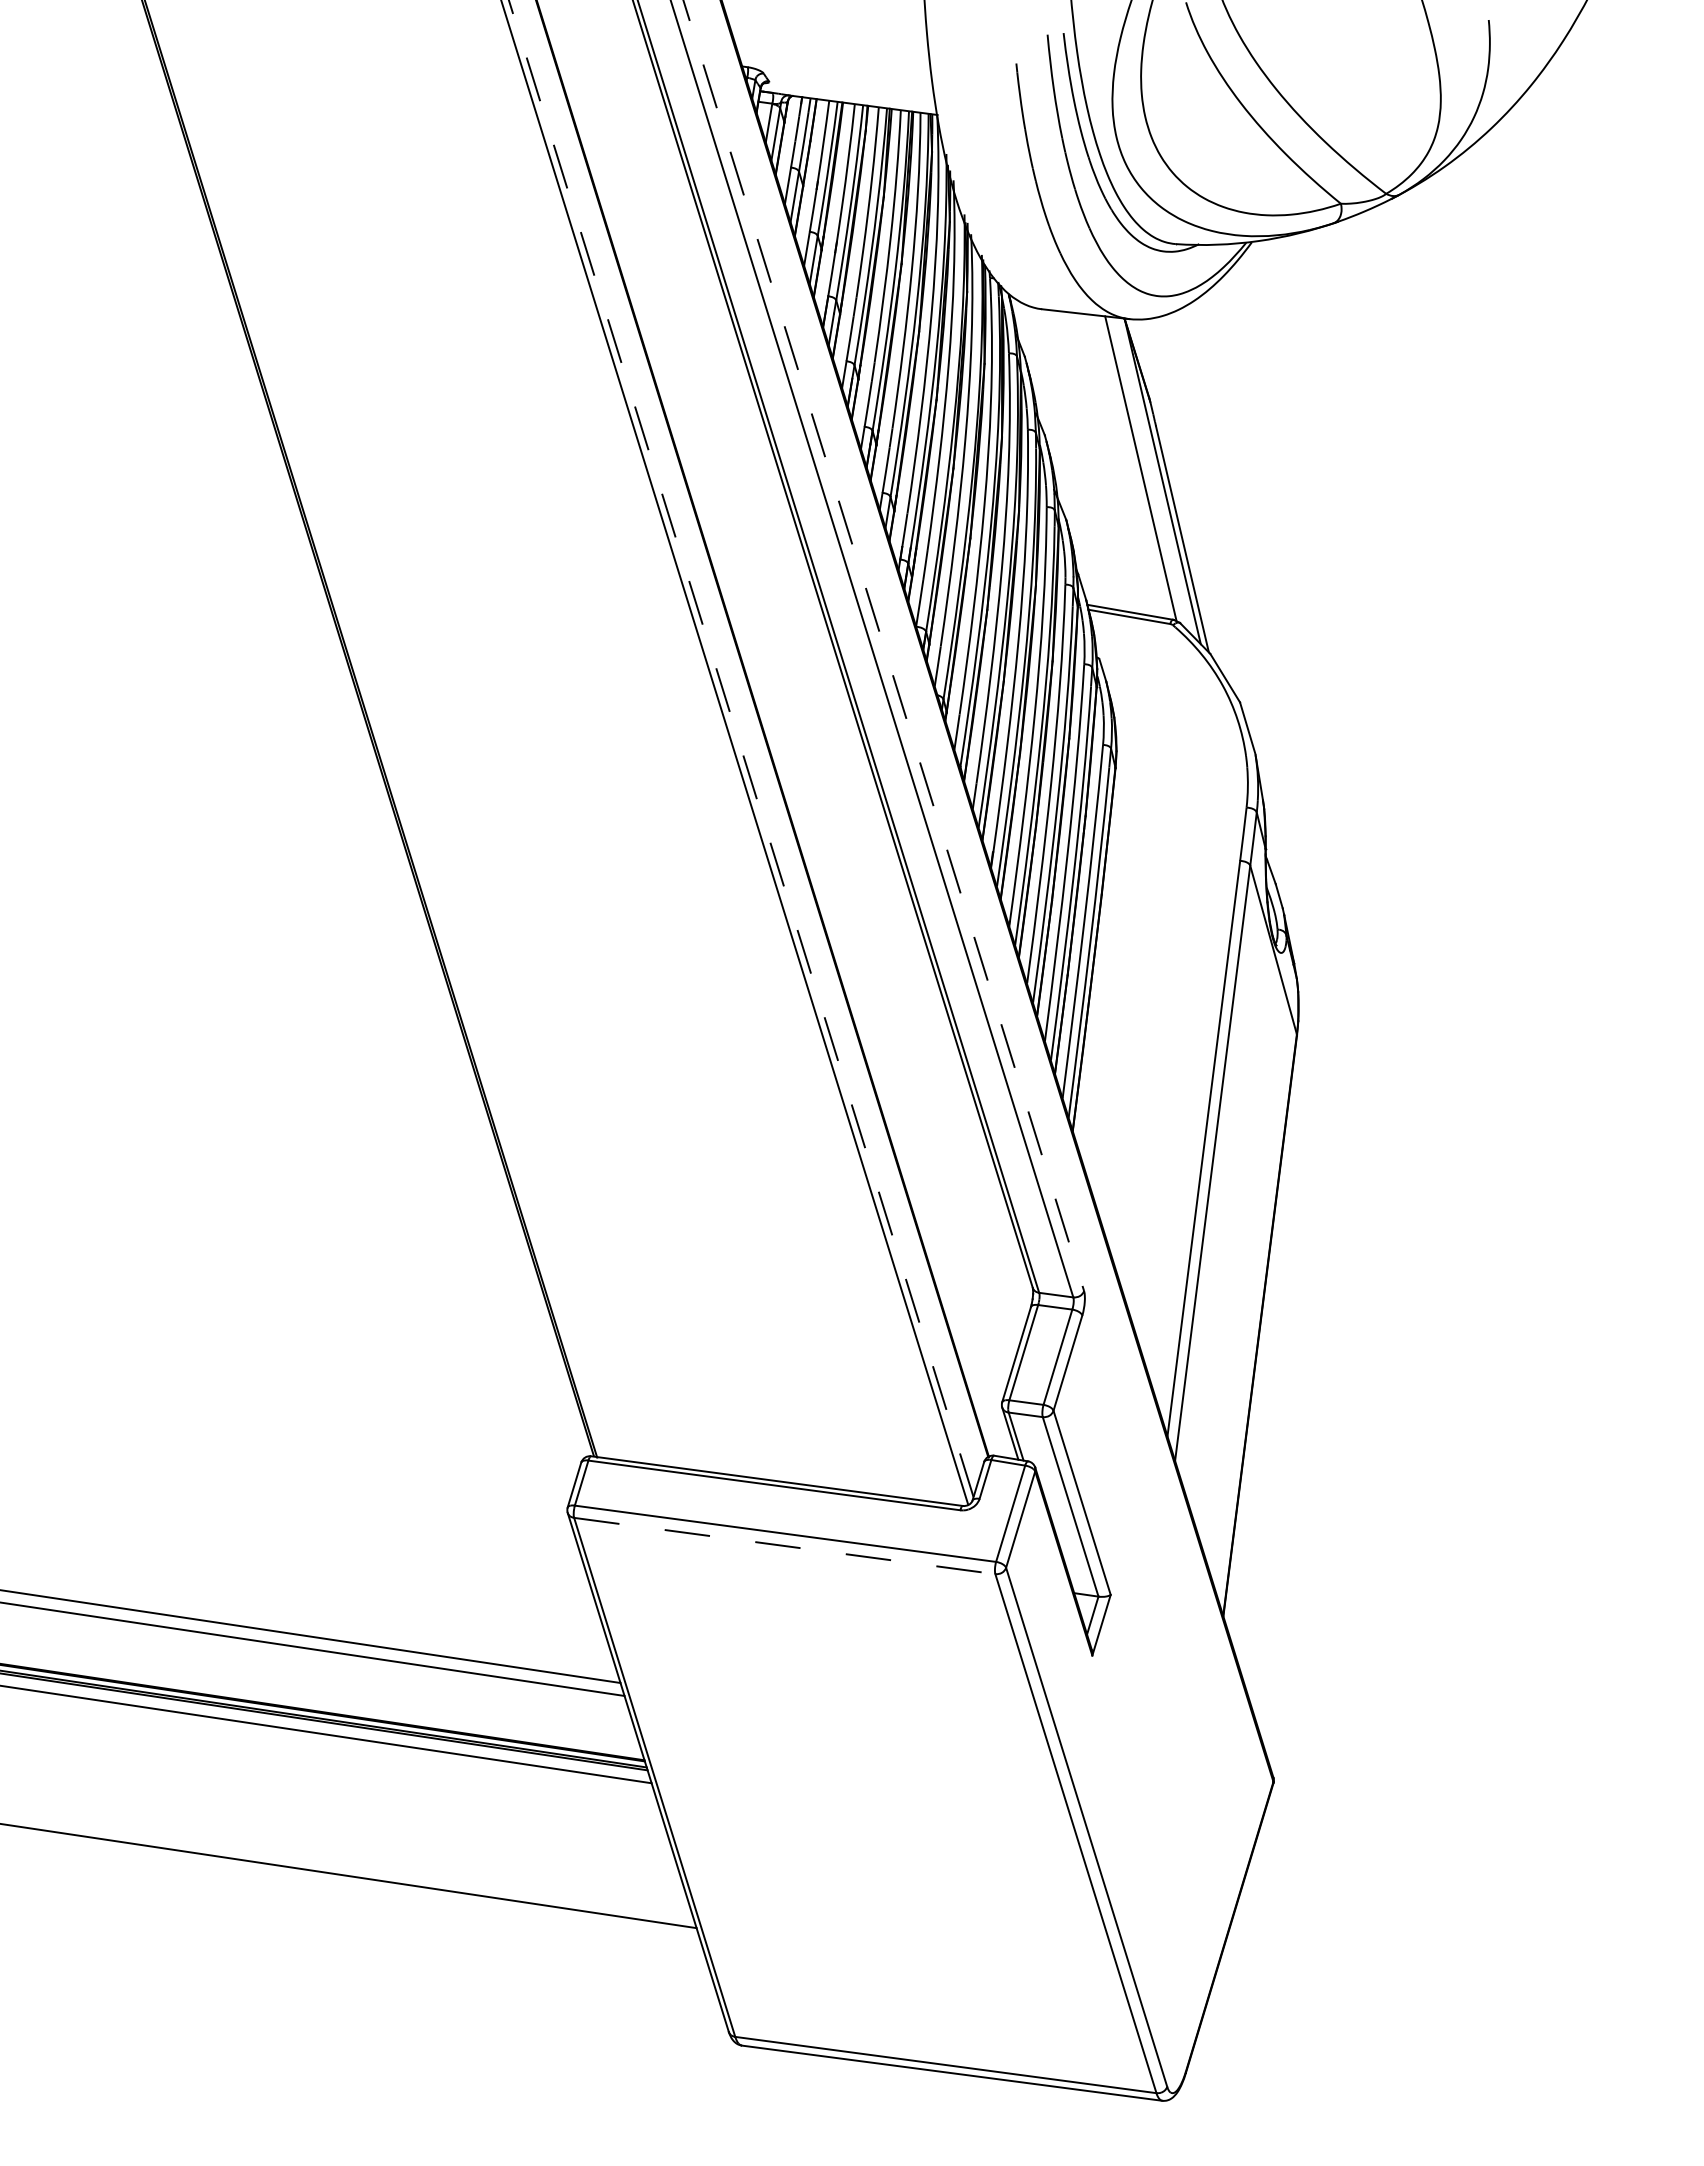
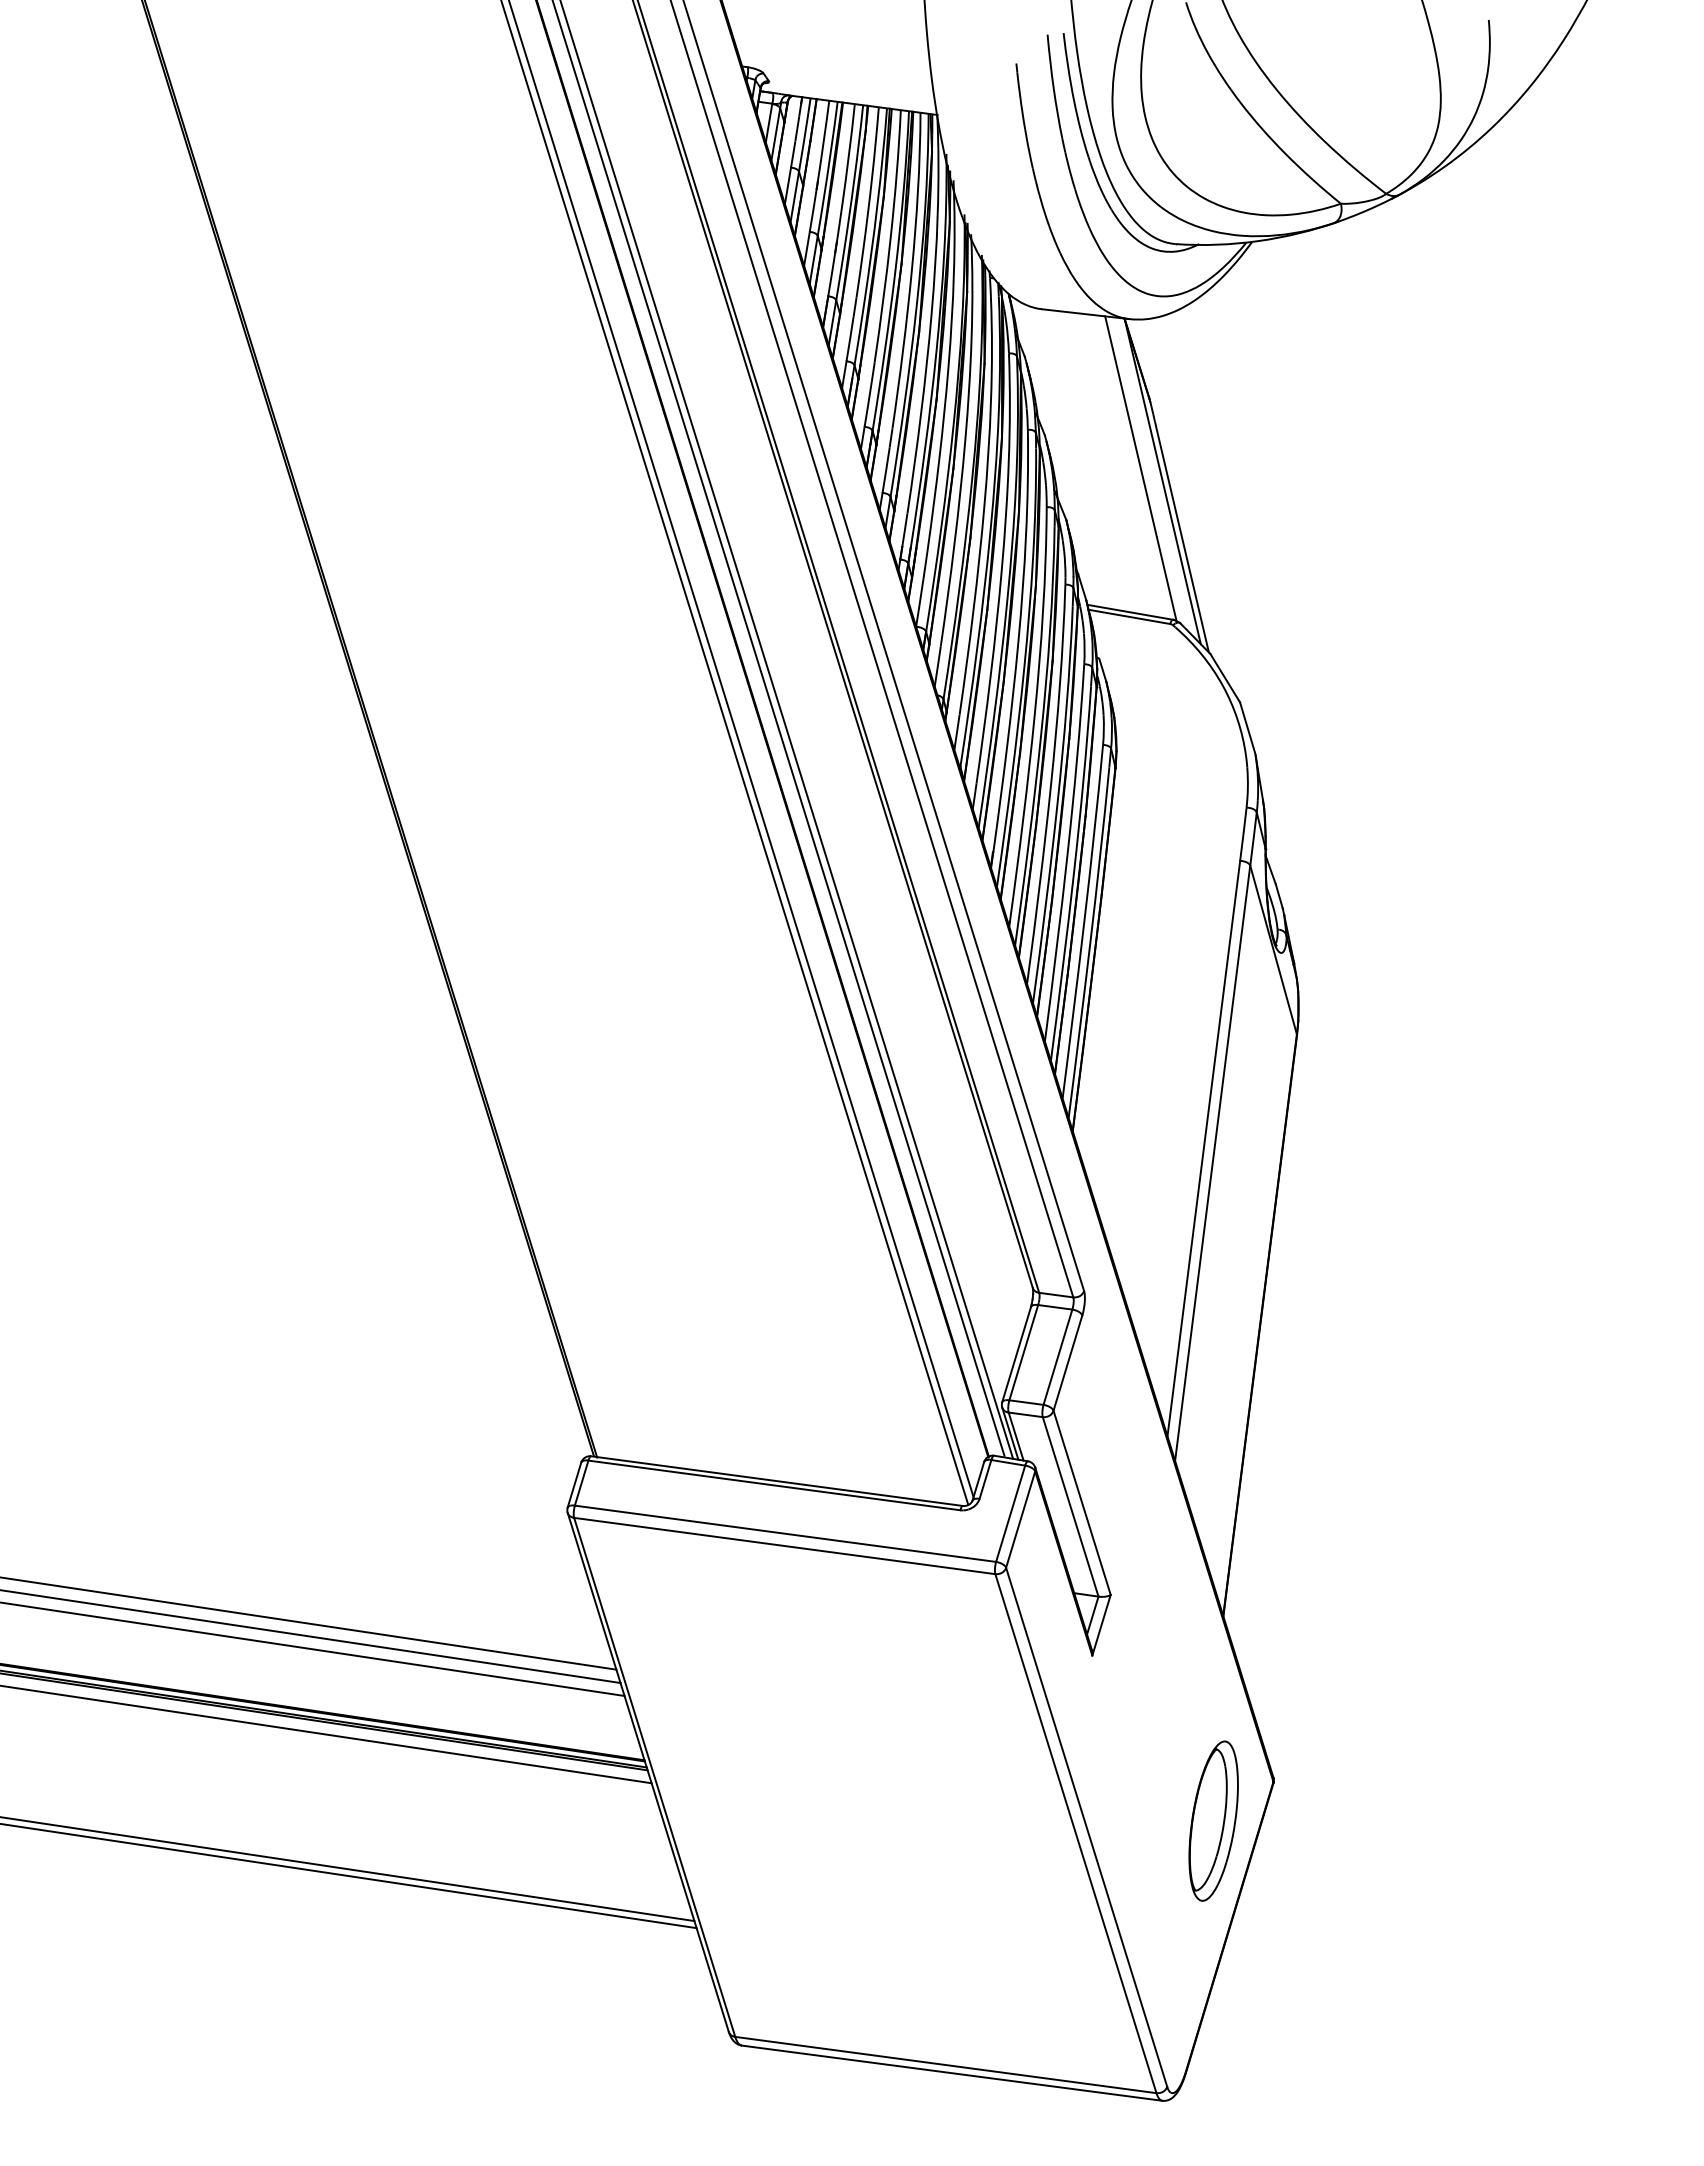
line at (883, 646): dashed -> solid
line at (778, 728): none -> present
line at (786, 730): none -> present
line at (741, 748): dashed -> solid
line at (785, 1546): dashed -> solid
line at (309, 1623): none -> present
part at (1213, 1820): none -> present
line at (348, 1869): none -> present
